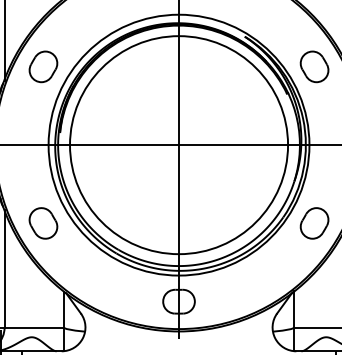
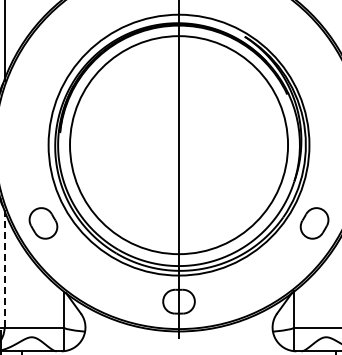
part at (43, 66): present -> none
part at (314, 66): present -> none
line at (170, 145): present -> none
line at (4, 268): solid -> dashed
